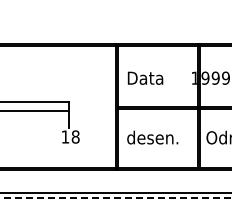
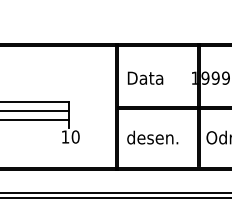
line at (35, 119): none -> present
text at (75, 136): 18 -> 10
line at (116, 197): dashed -> solid
